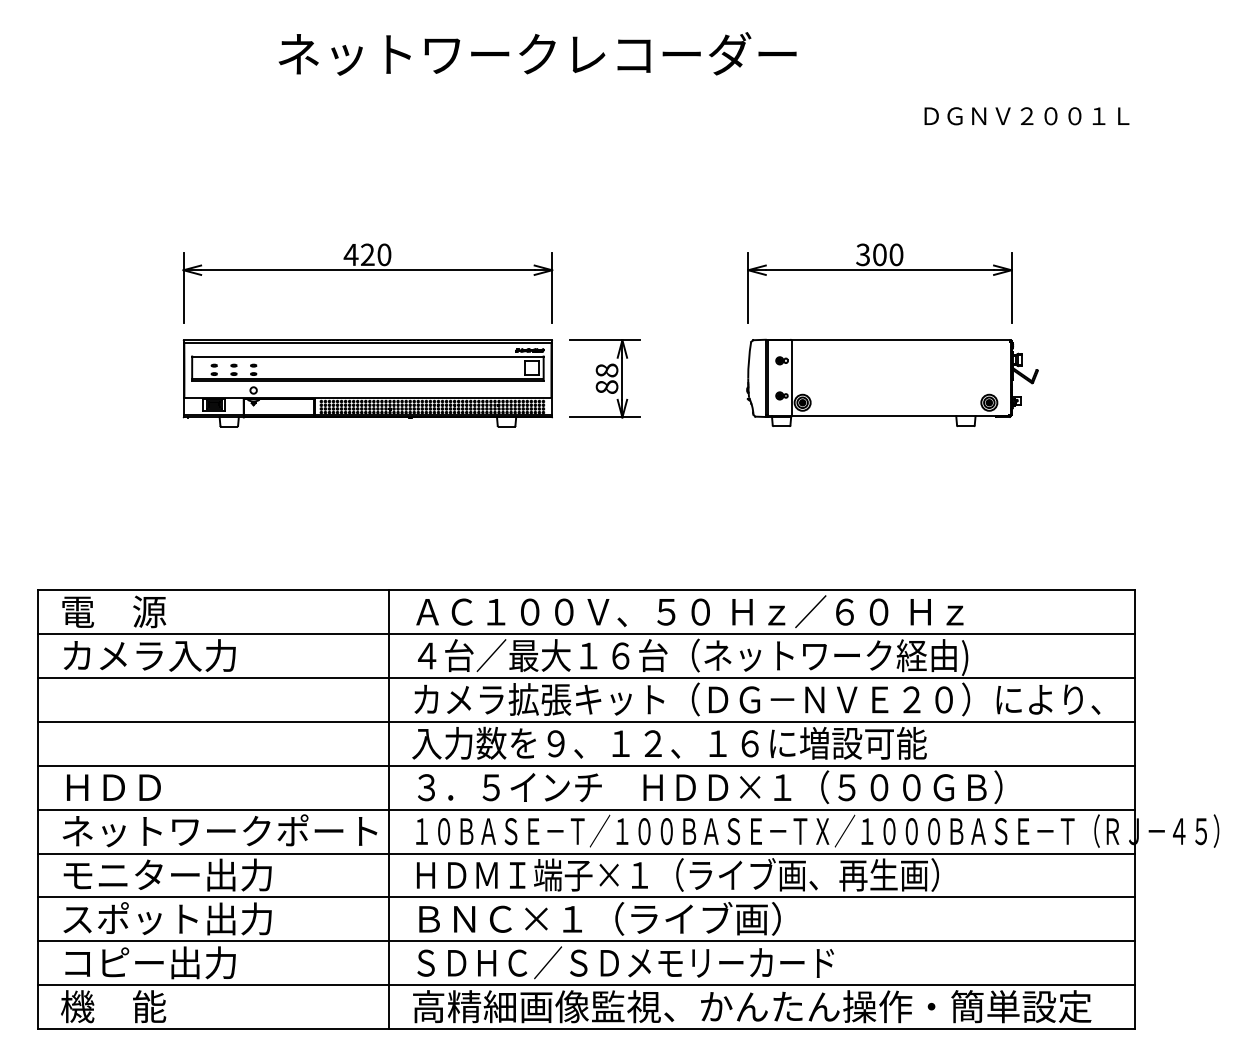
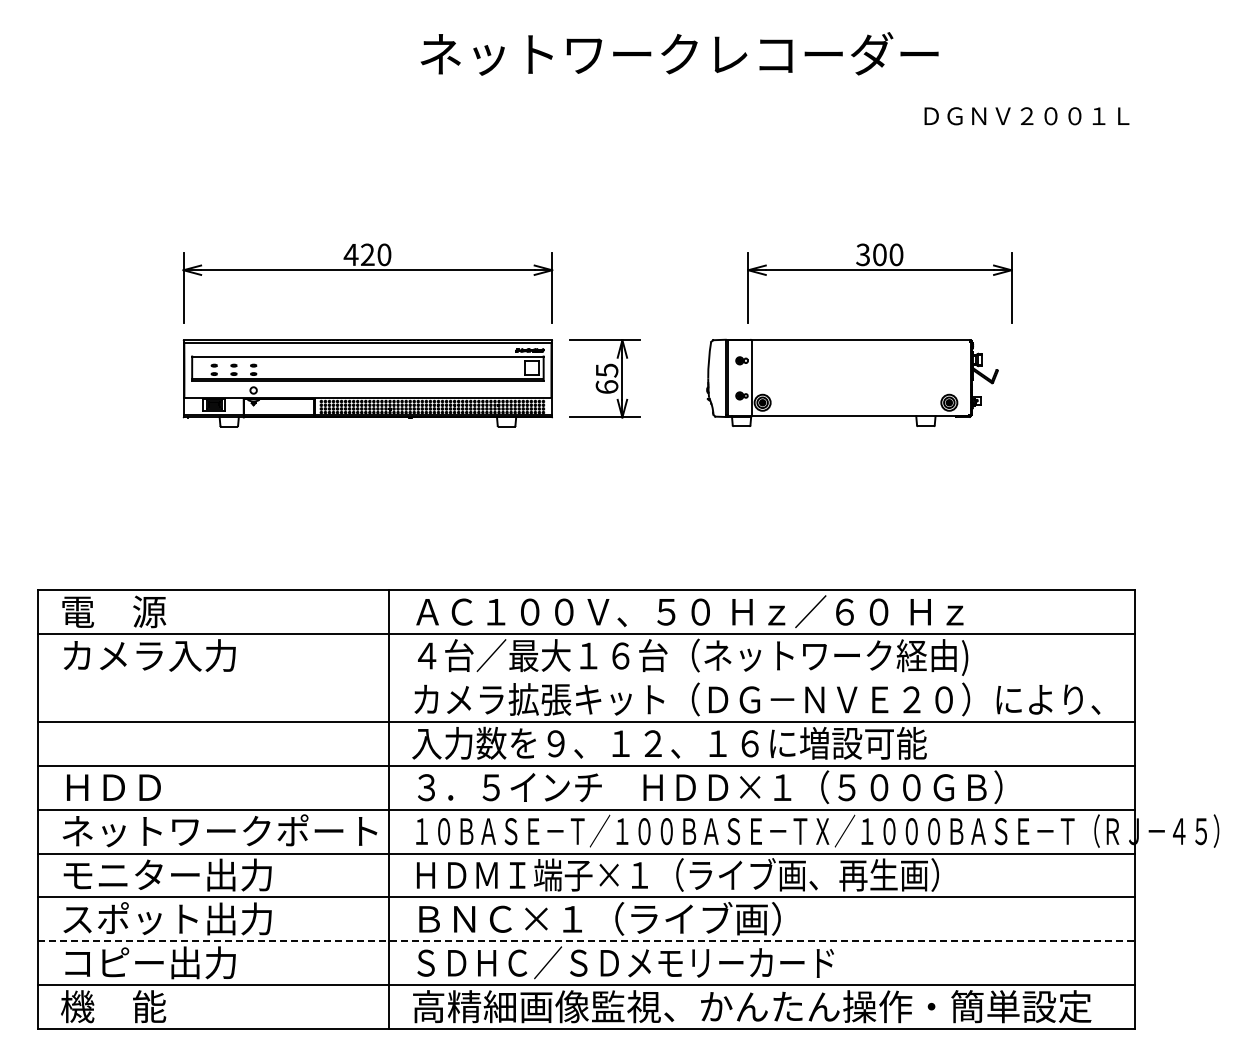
text at (537, 53) position: (537, 53) -> (679, 53)
text at (606, 378): 88 -> 65
part at (892, 382) position: (892, 382) -> (852, 382)
line at (585, 678): present -> none
line at (586, 941): solid -> dashed
